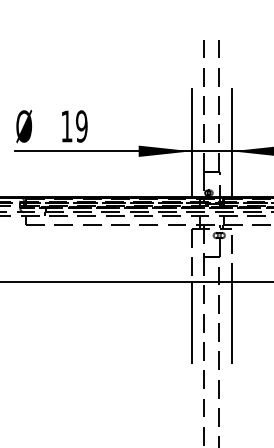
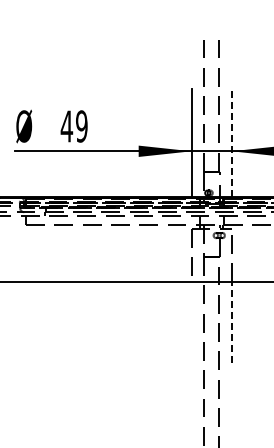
text at (66, 126): 19 -> 49
line at (231, 142): solid -> dashed
line at (191, 322): present -> none
line at (231, 322): solid -> dashed
